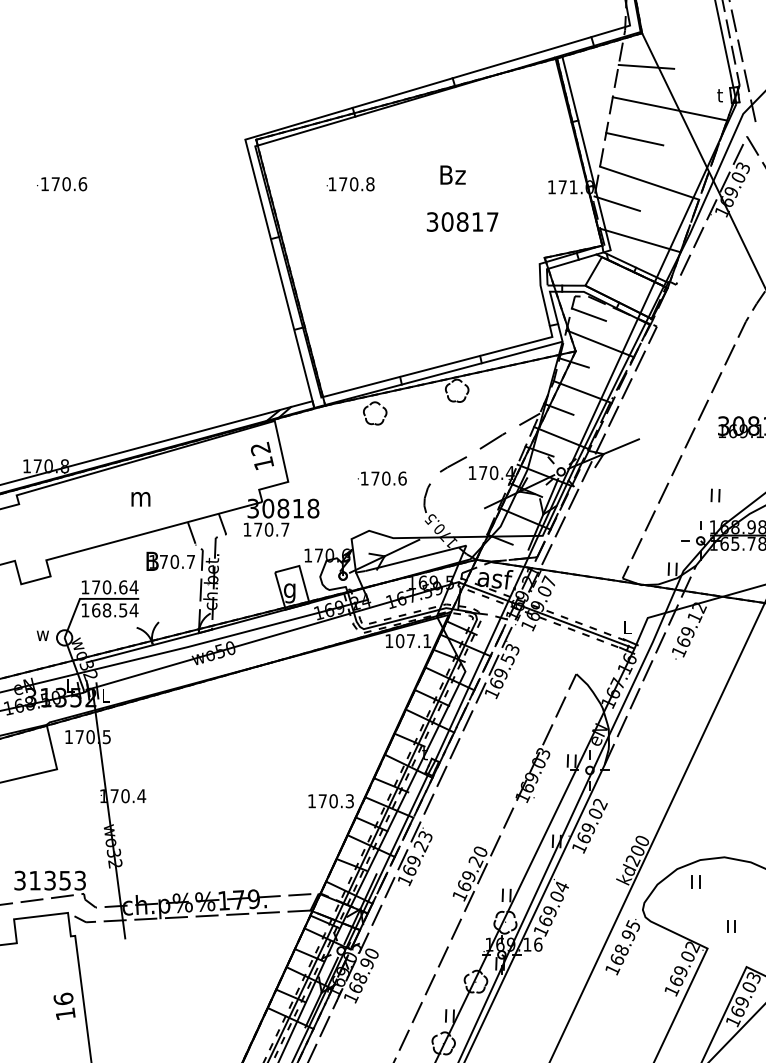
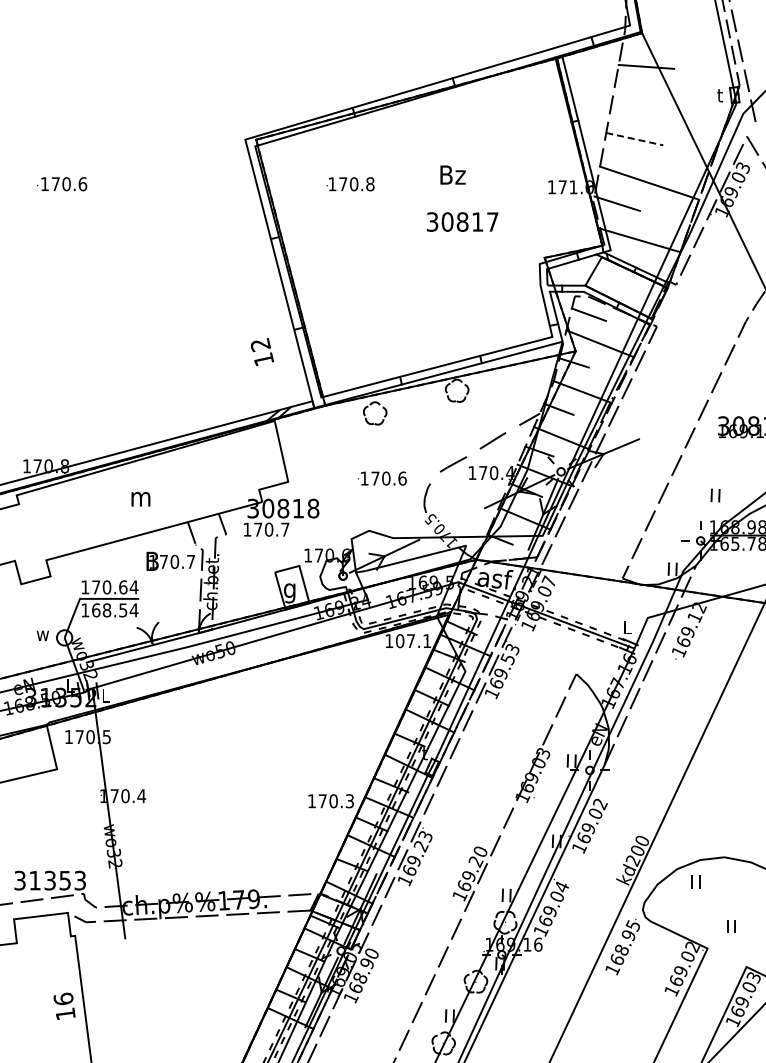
line at (669, 108): present -> none
line at (635, 139): solid -> dashed
text at (262, 455) position: (262, 455) -> (262, 351)
